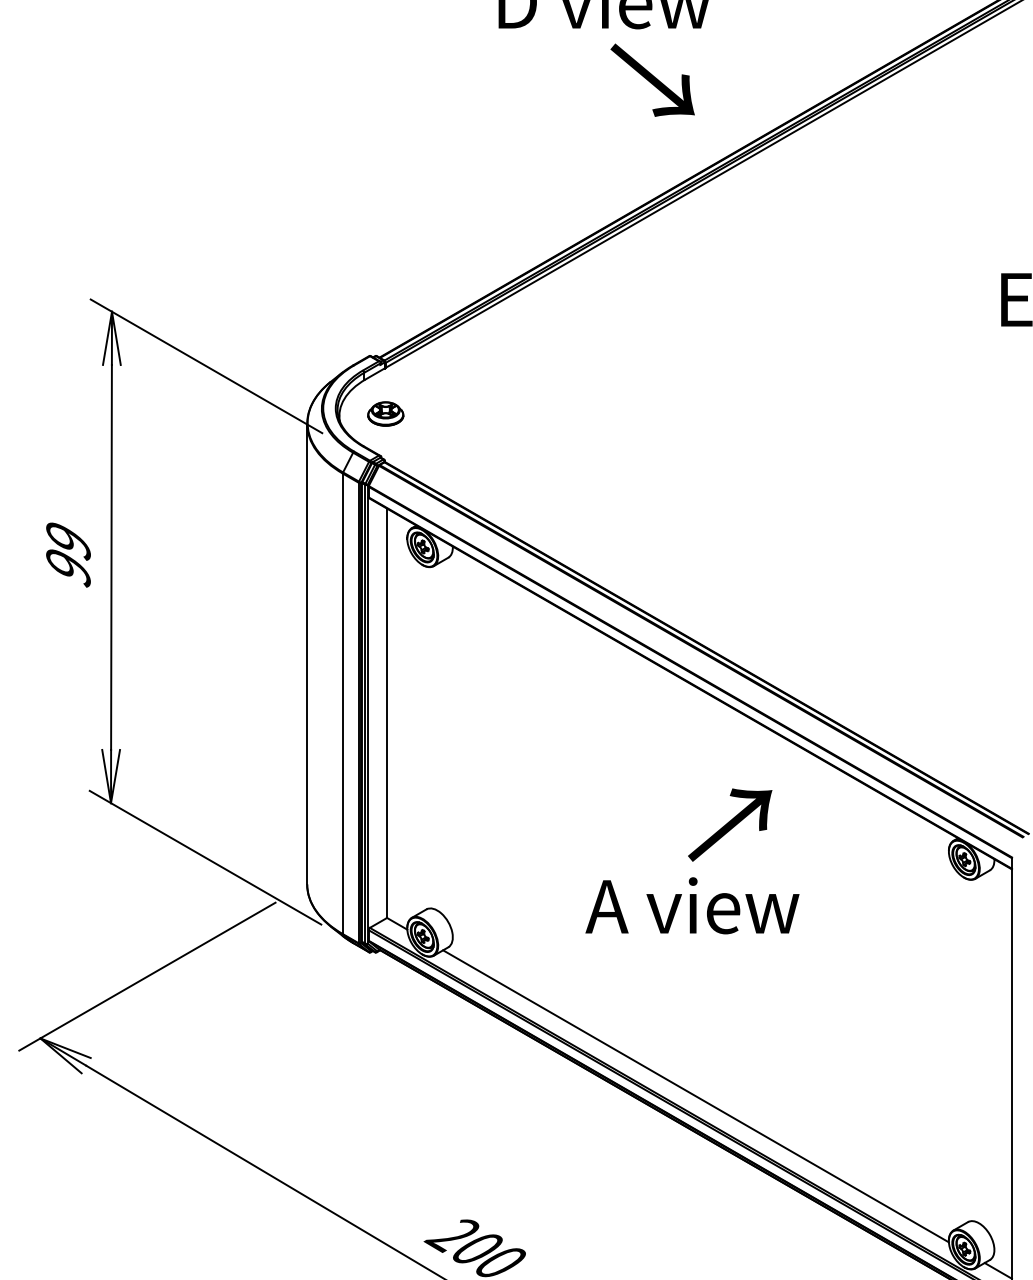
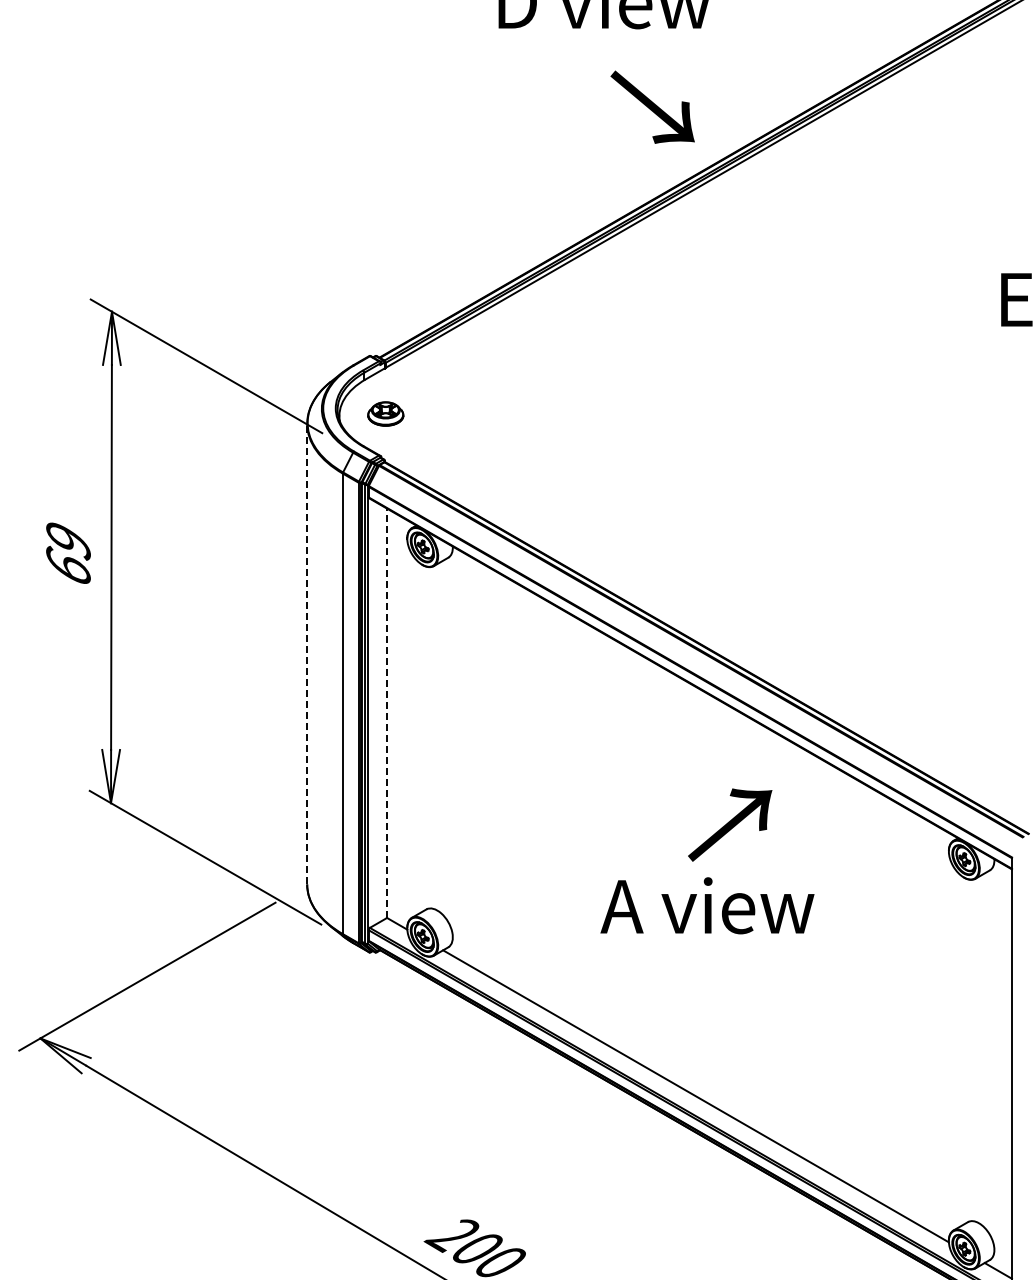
text at (652, 79) position: (652, 79) -> (652, 106)
text at (68, 566): 99 -> 69
line at (307, 653): solid -> dashed
line at (386, 713): solid -> dashed
text at (692, 905) position: (692, 905) -> (707, 905)
